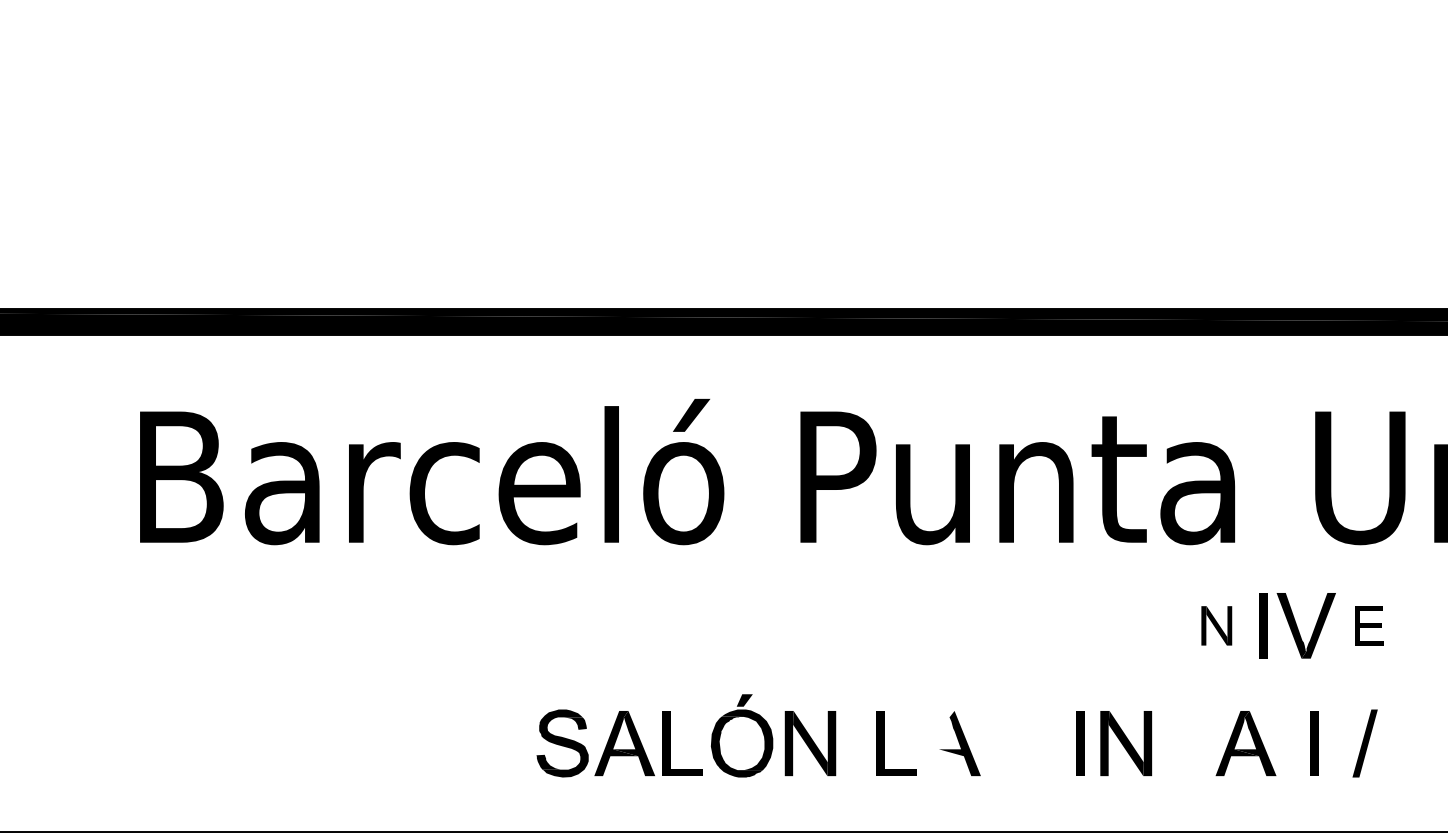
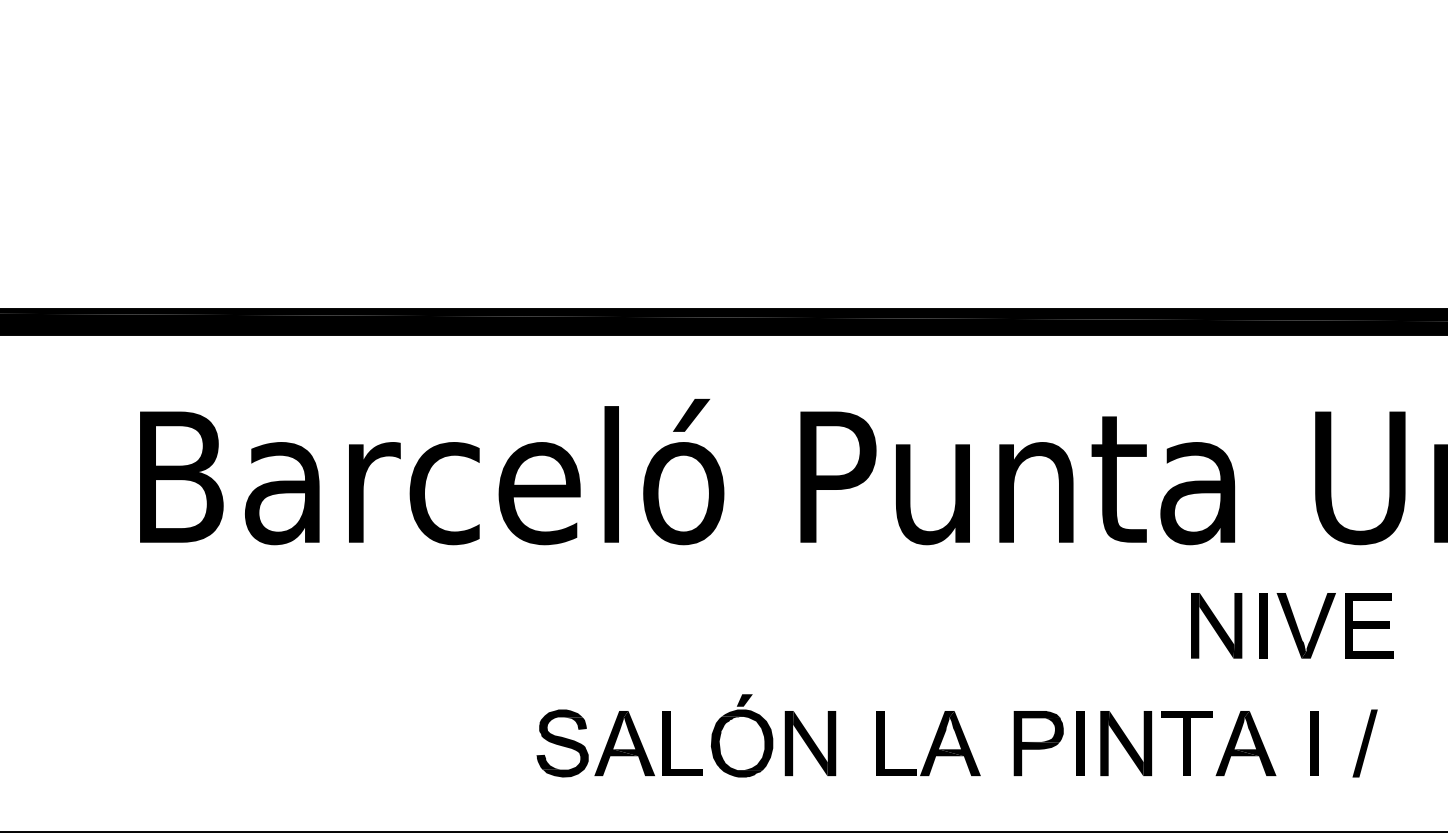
part at (1216, 625) size: 32x40 px -> 52x66 px
part at (1369, 625) size: 29x40 px -> 49x66 px
fill at (941, 743): none -> present
part at (1038, 743): none -> present
fill at (1187, 743): none -> present
